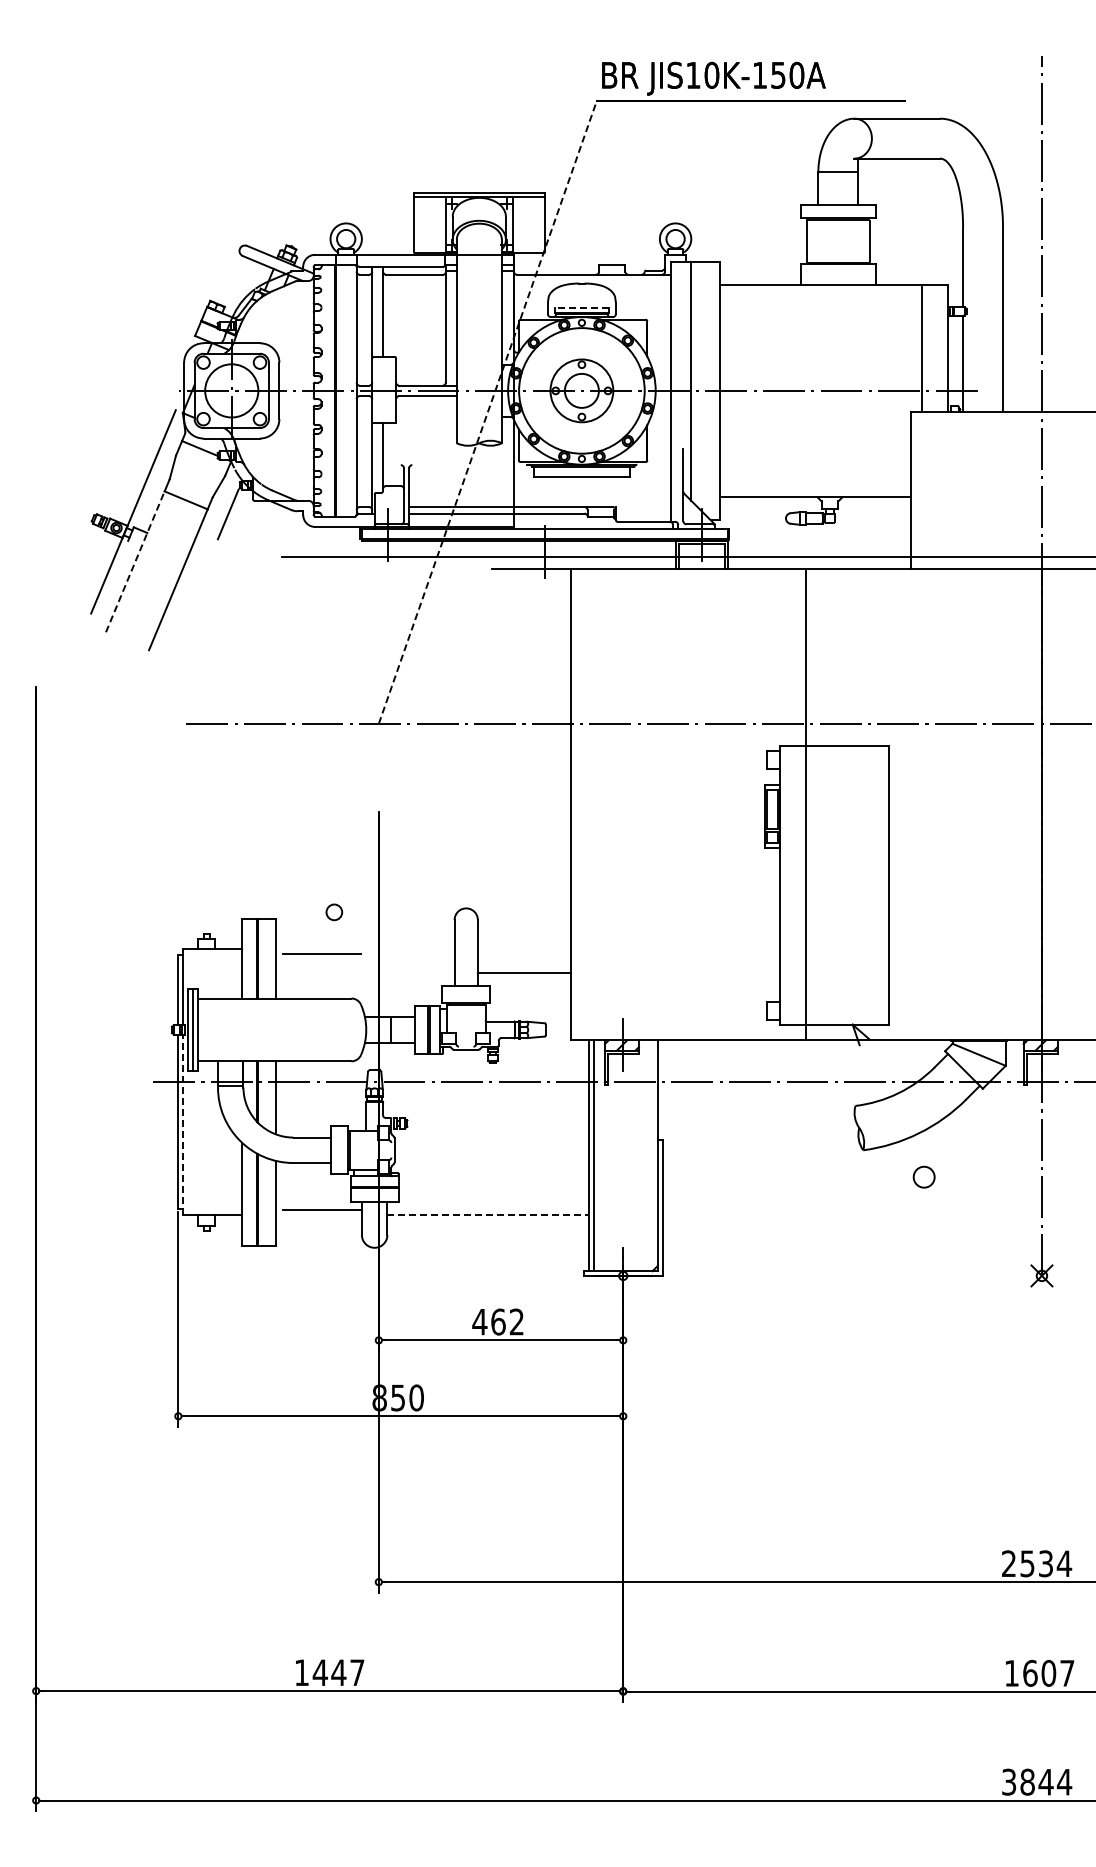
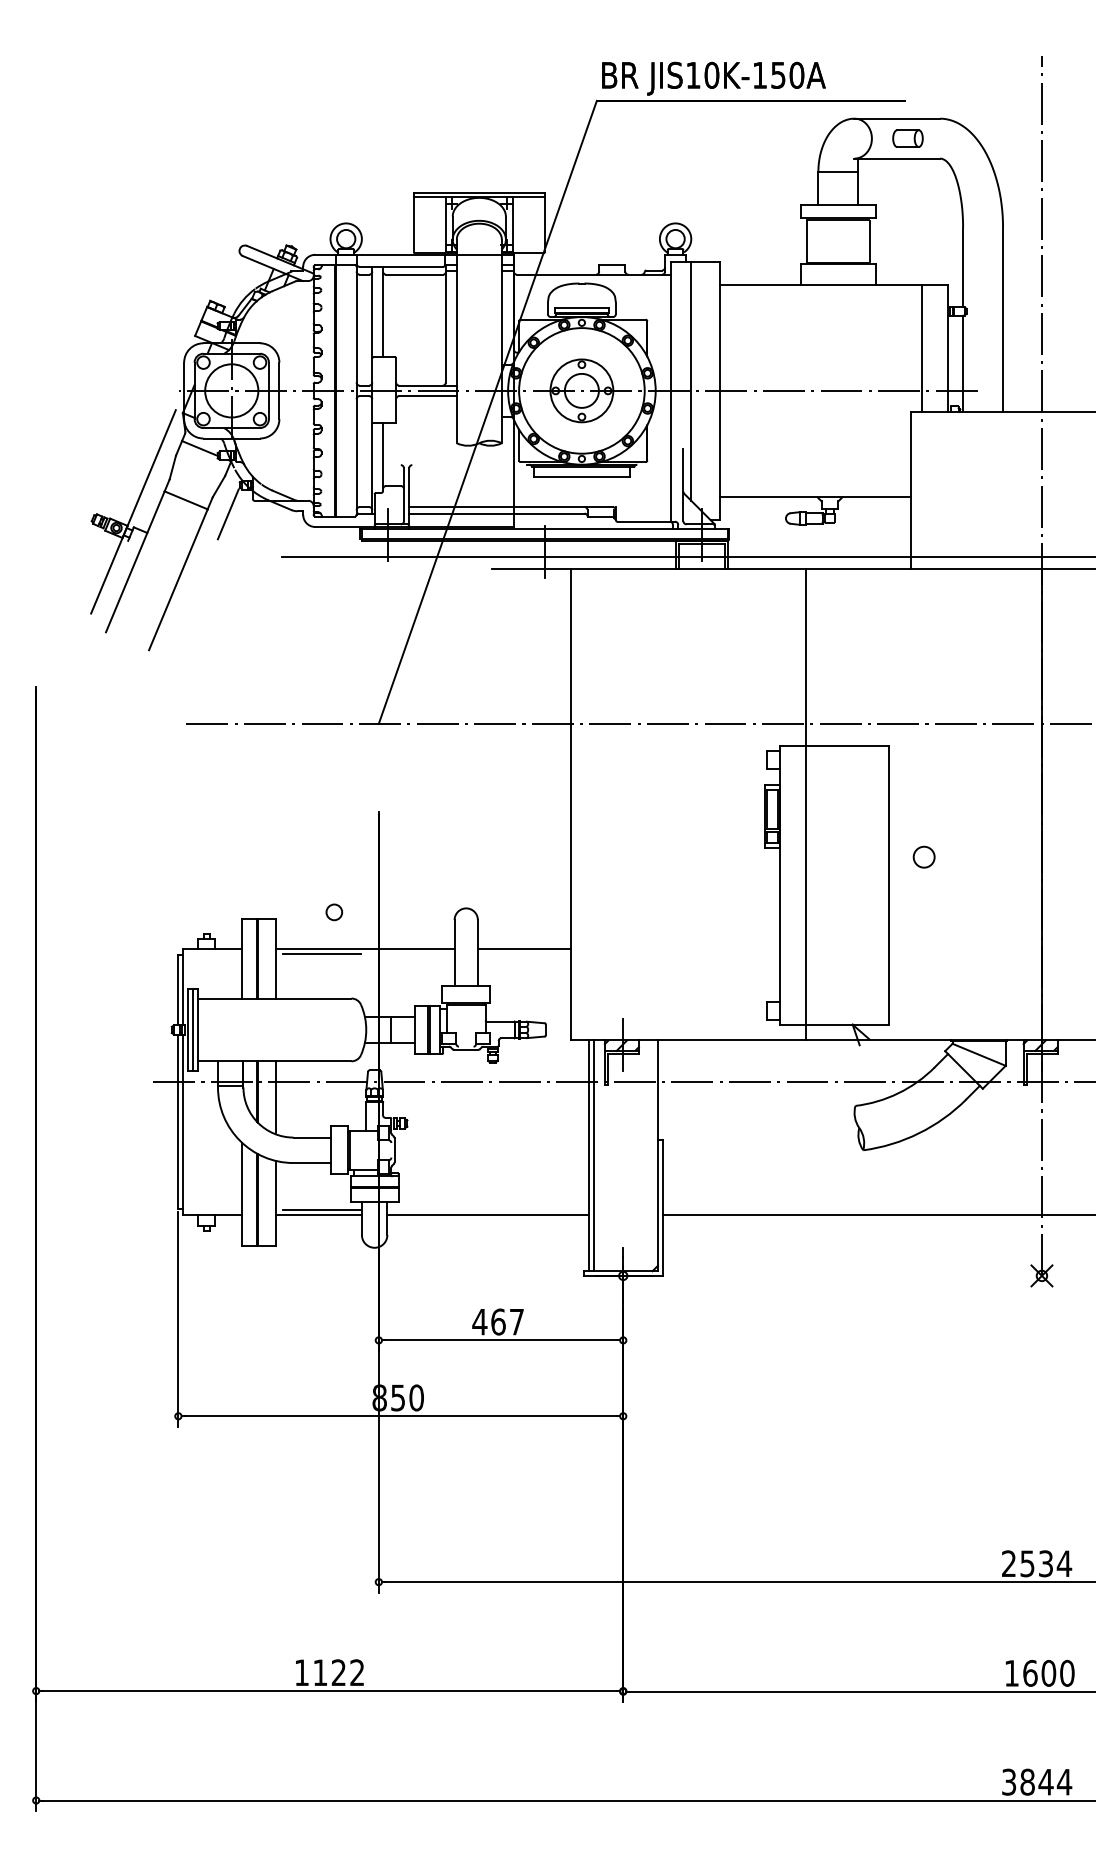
part at (907, 138): none -> present
line at (581, 308): dashed -> solid
line at (487, 412): dashed -> solid
line at (135, 561): dashed -> solid
line at (364, 949): none -> present
line at (523, 973) position: (523, 973) -> (523, 949)
line at (182, 1124): dashed -> solid
circle at (923, 1176) position: (923, 1176) -> (923, 856)
line at (318, 1215): none -> present
line at (488, 1215): dashed -> solid
line at (877, 1215): none -> present
text at (516, 1321): 462 -> 467
text at (338, 1672): 1447 -> 1122
text at (1067, 1672): 1607 -> 1600
